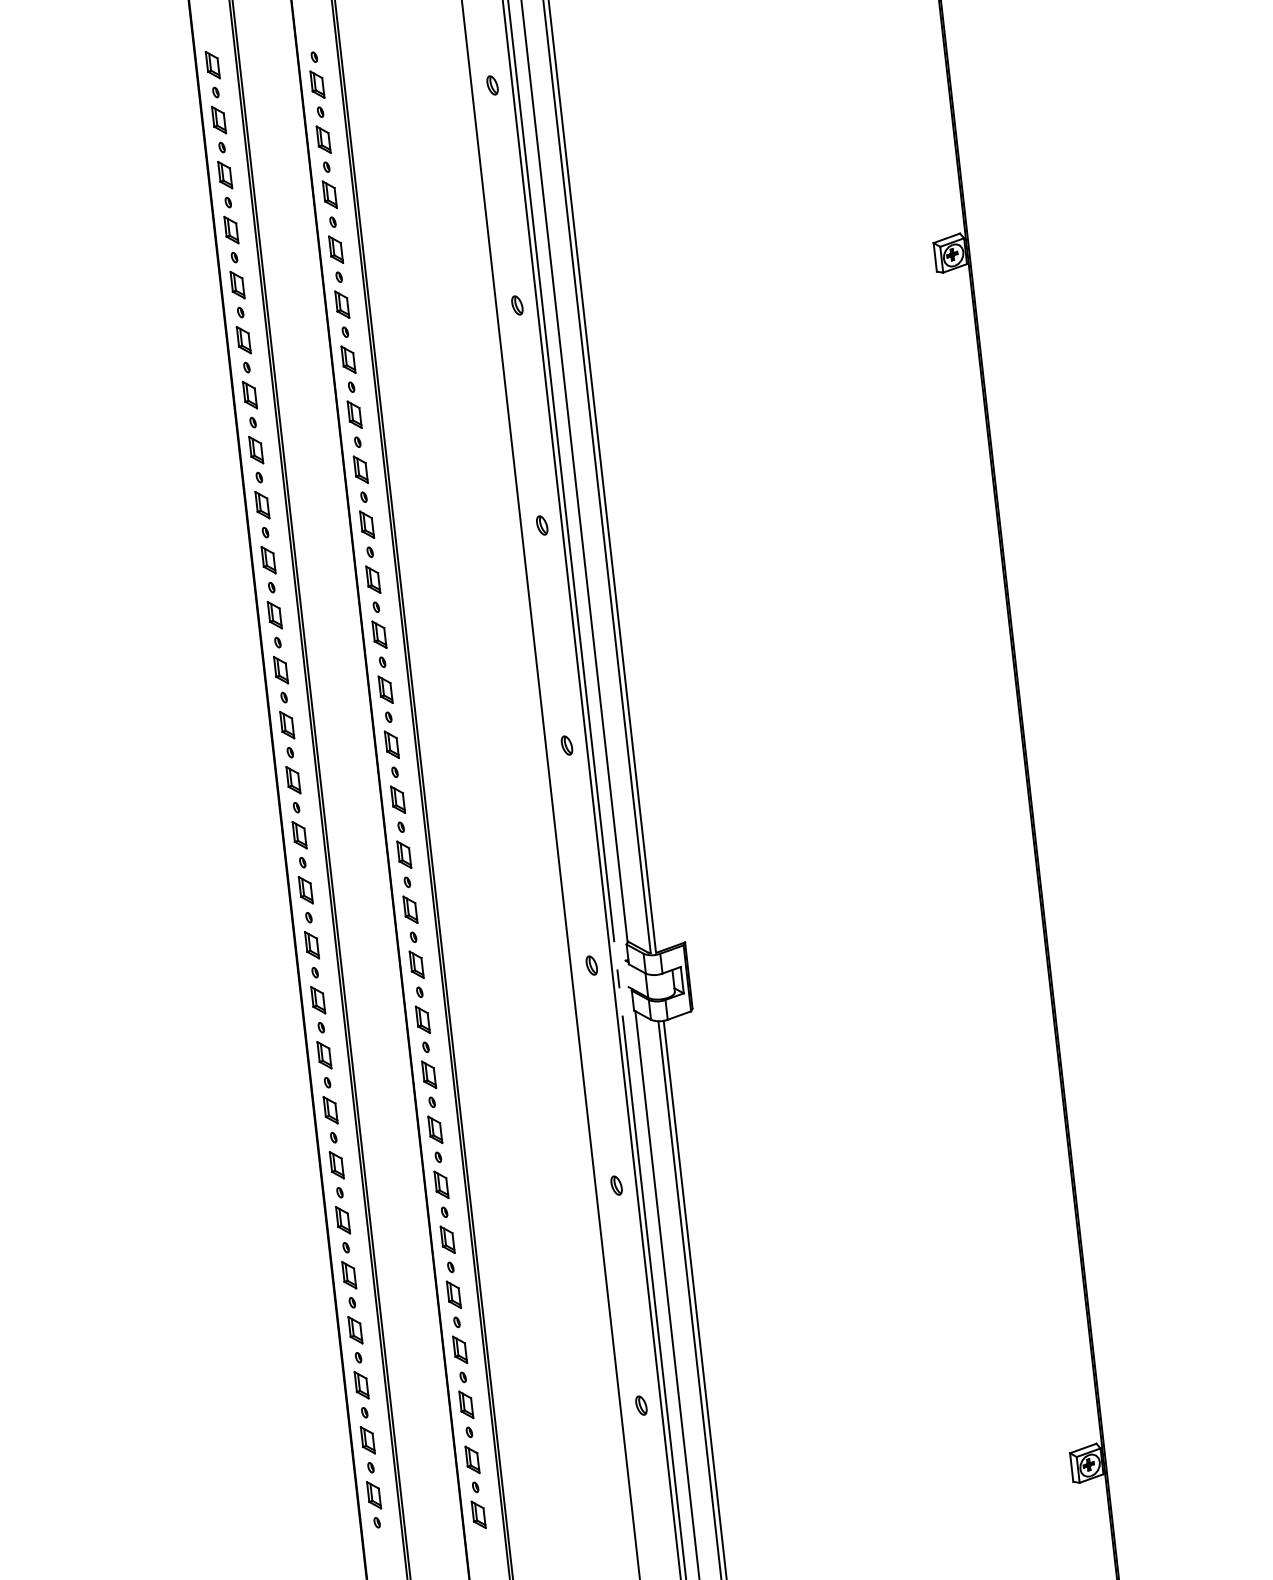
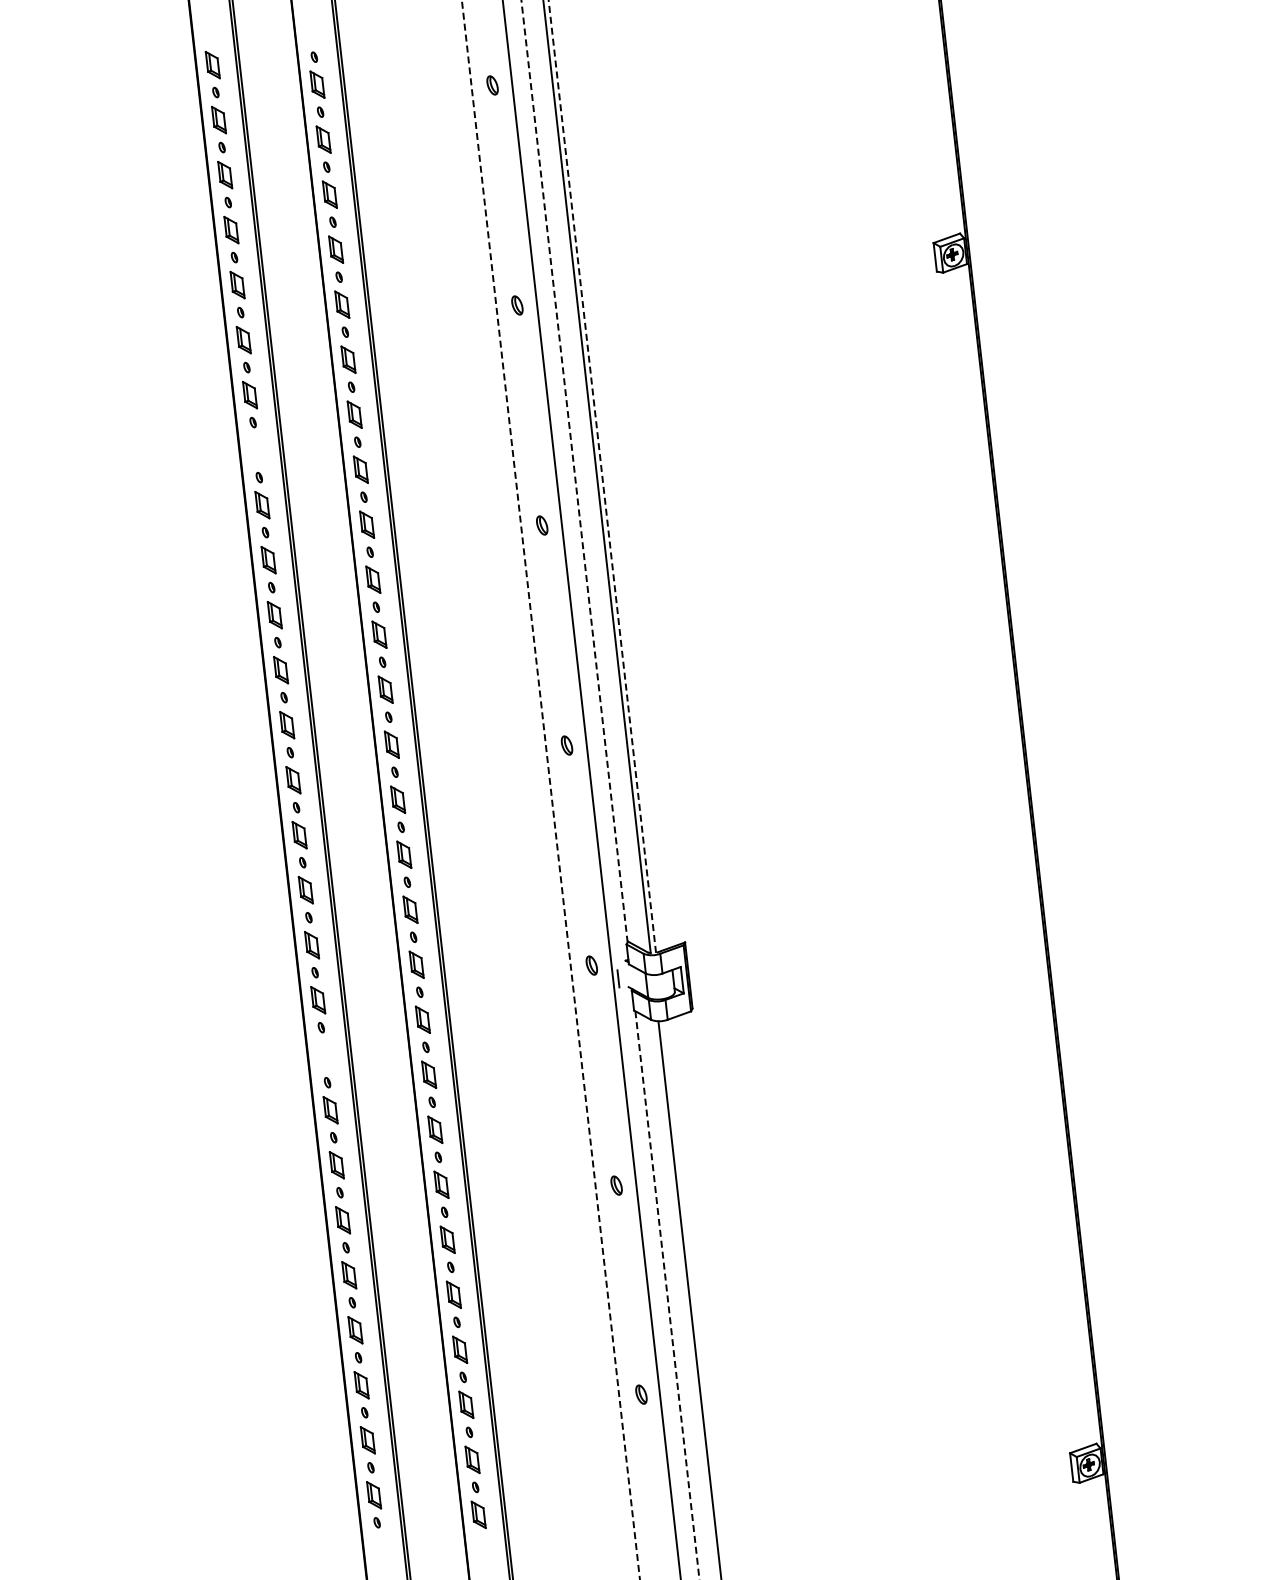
part at (256, 450): present -> none
line at (561, 471): present -> none
line at (574, 471): solid -> dashed
line at (602, 476): solid -> dashed
line at (550, 789): solid -> dashed
part at (324, 1055): present -> none
line at (667, 1295): solid -> dashed
line at (653, 1296): present -> none
line at (694, 1298): present -> none
part at (641, 1405) position: (641, 1405) -> (641, 1394)
